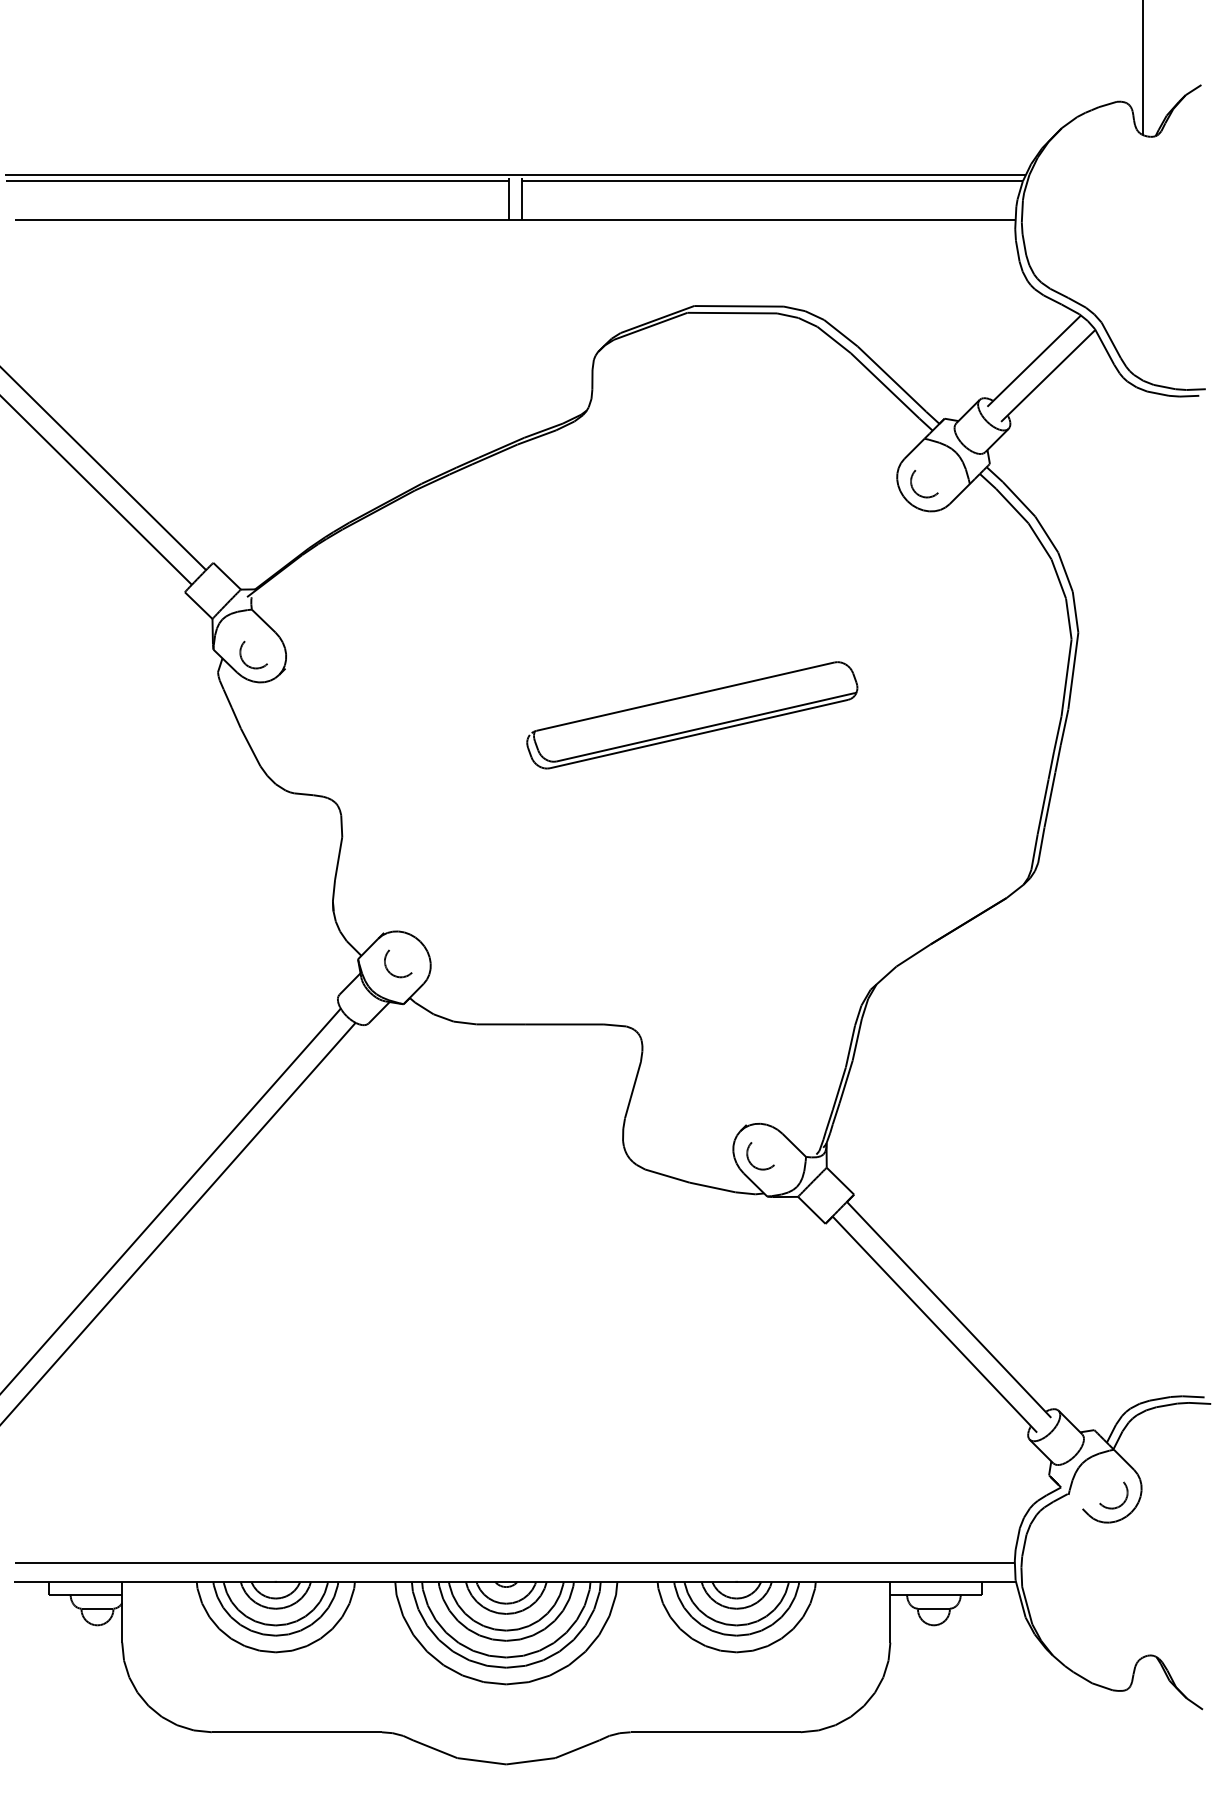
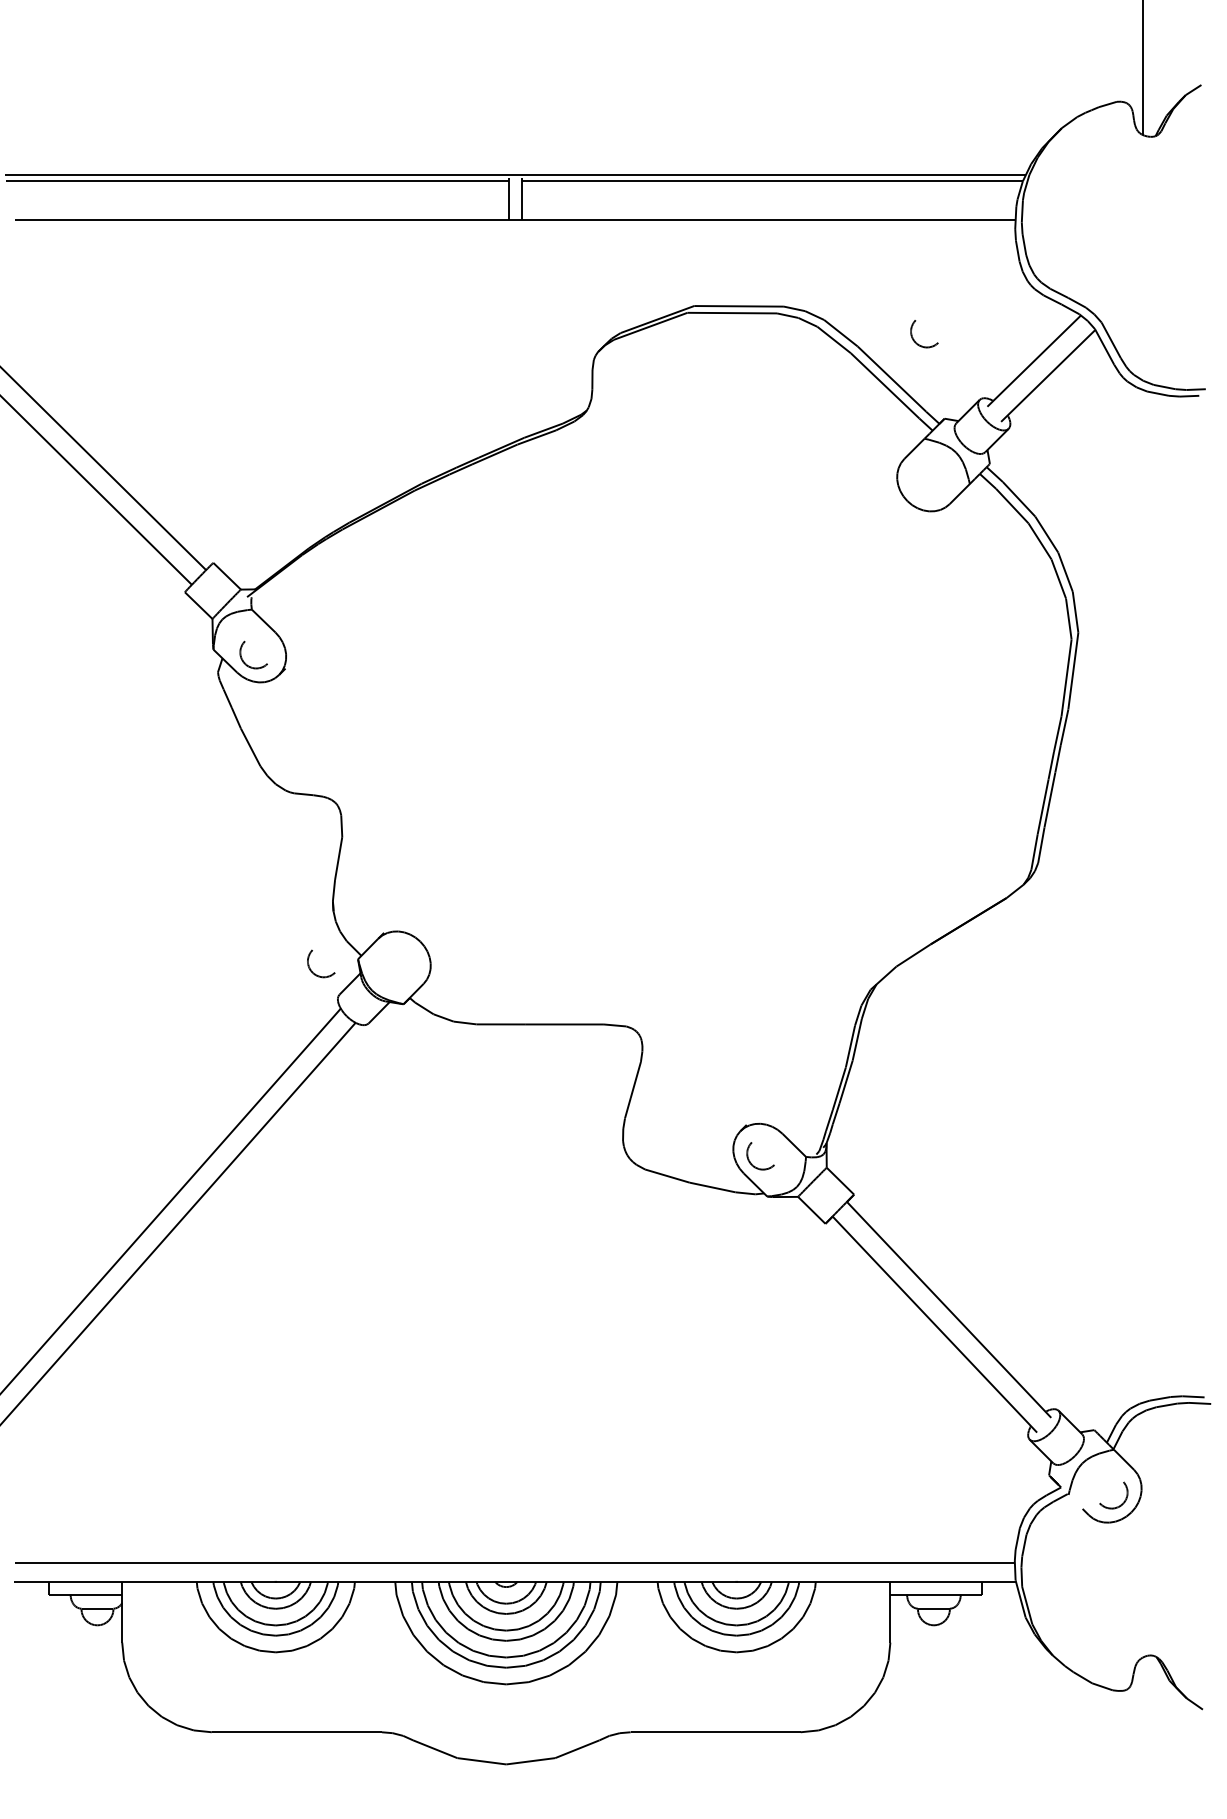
part at (918, 493) position: (918, 493) -> (918, 343)
part at (692, 715): present -> none
part at (388, 969) position: (388, 969) -> (311, 969)
